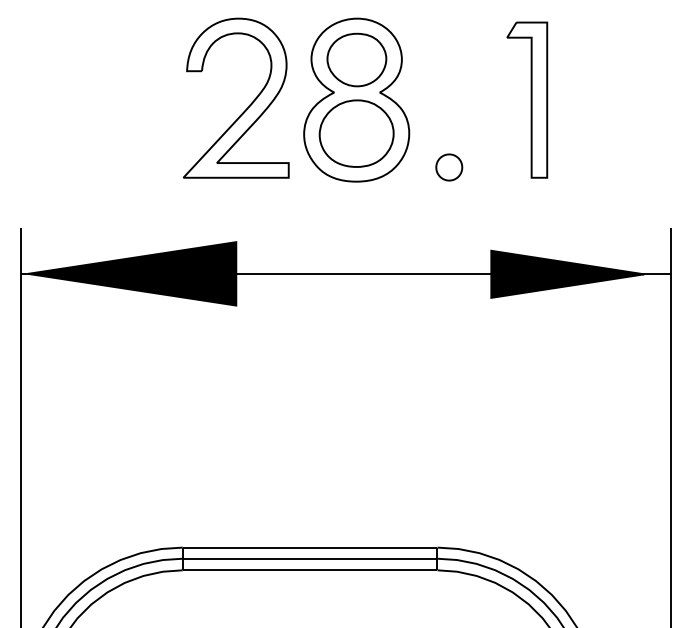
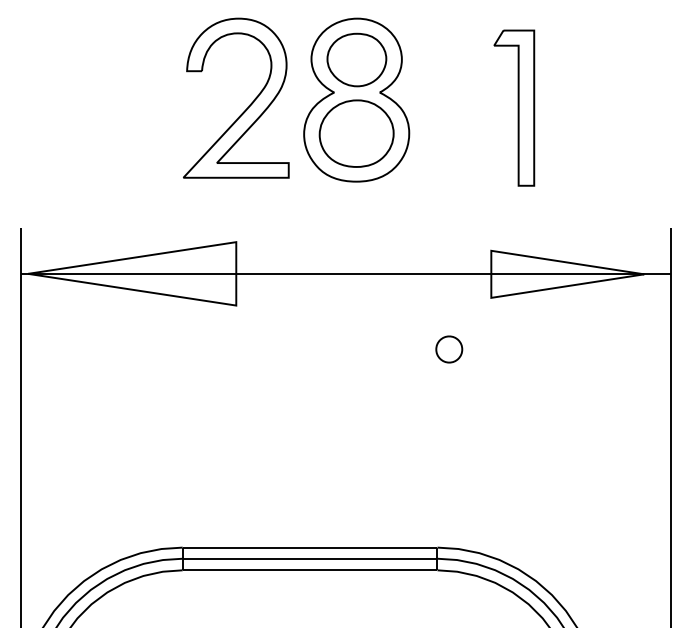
part at (527, 99) position: (527, 99) -> (514, 107)
part at (449, 167) position: (449, 167) -> (449, 349)
fill at (132, 273): present -> none
fill at (567, 273): present -> none
